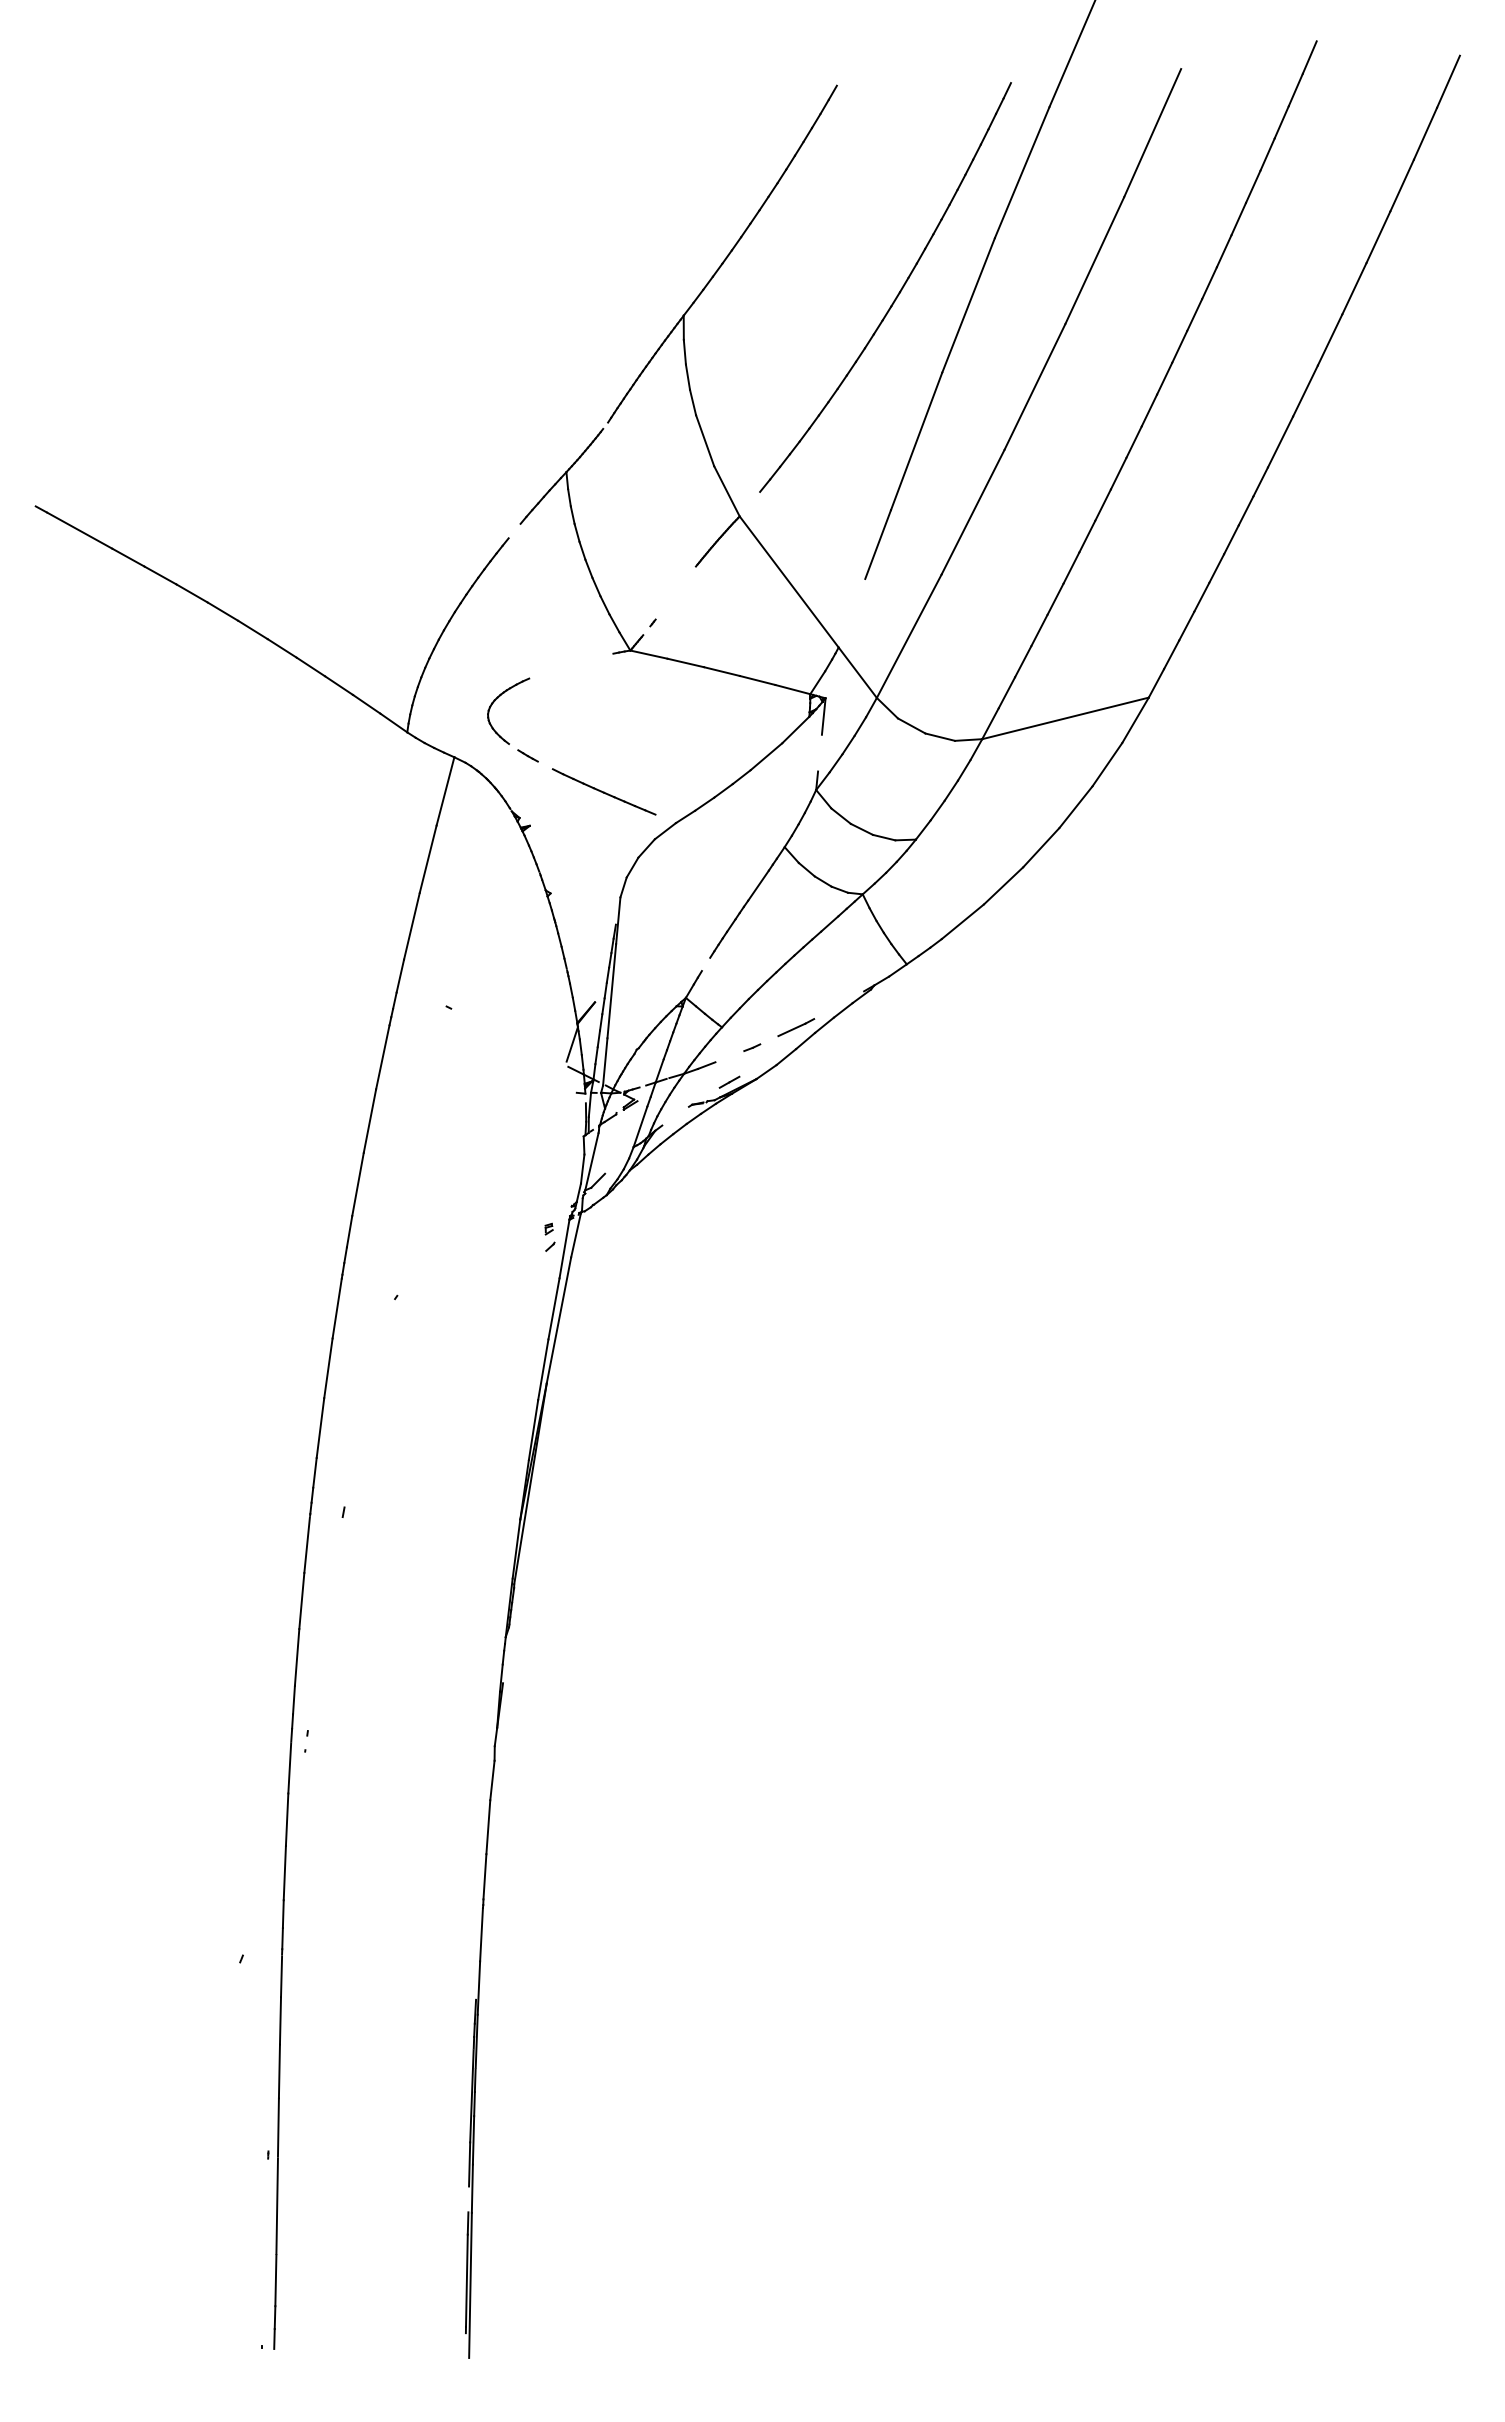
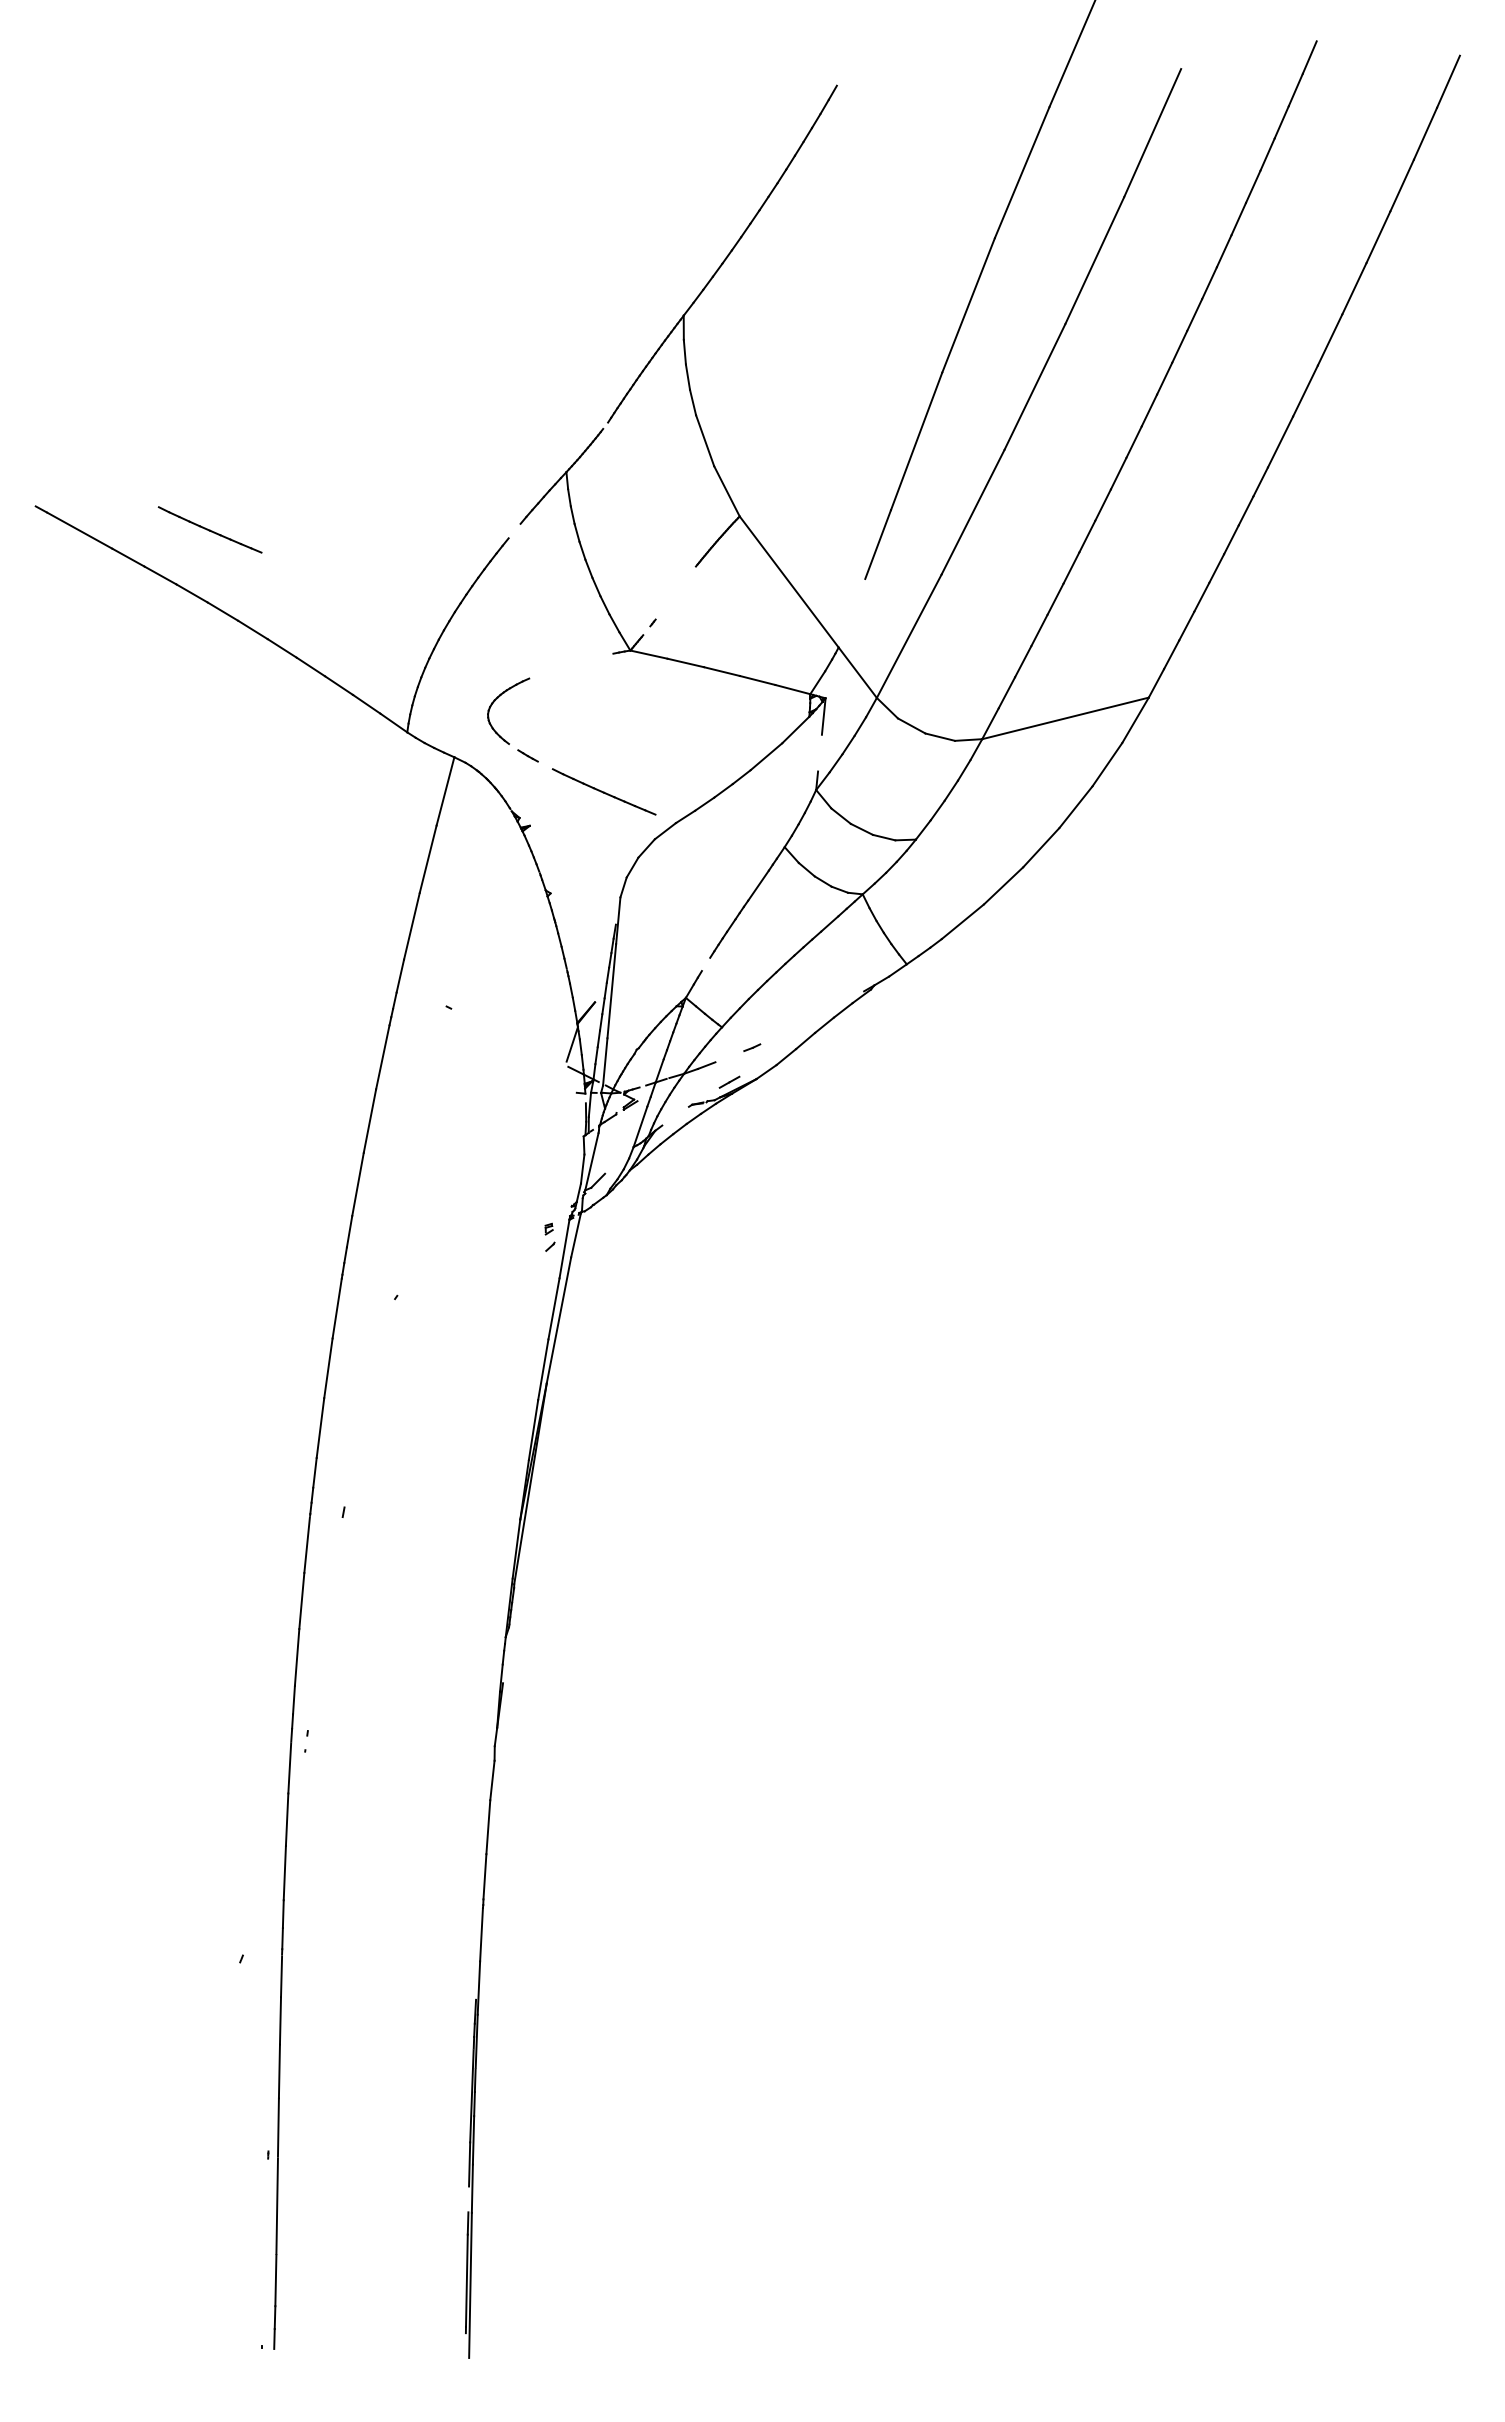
part at (896, 295): present -> none
line at (209, 529): none -> present
line at (796, 1027): present -> none
